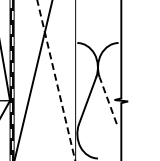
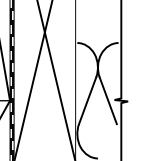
line at (56, 80): dashed -> solid
line at (108, 100): dashed -> solid
